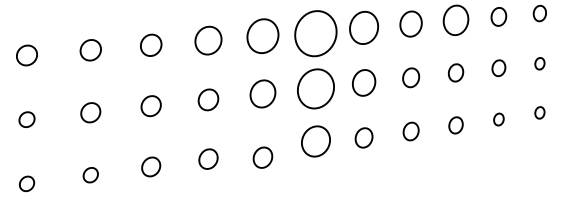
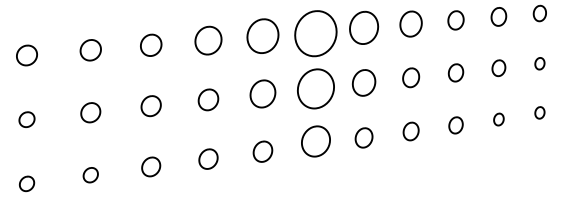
part at (455, 19) size: 28x32 px -> 18x21 px
part at (262, 157) position: (262, 157) -> (262, 151)
